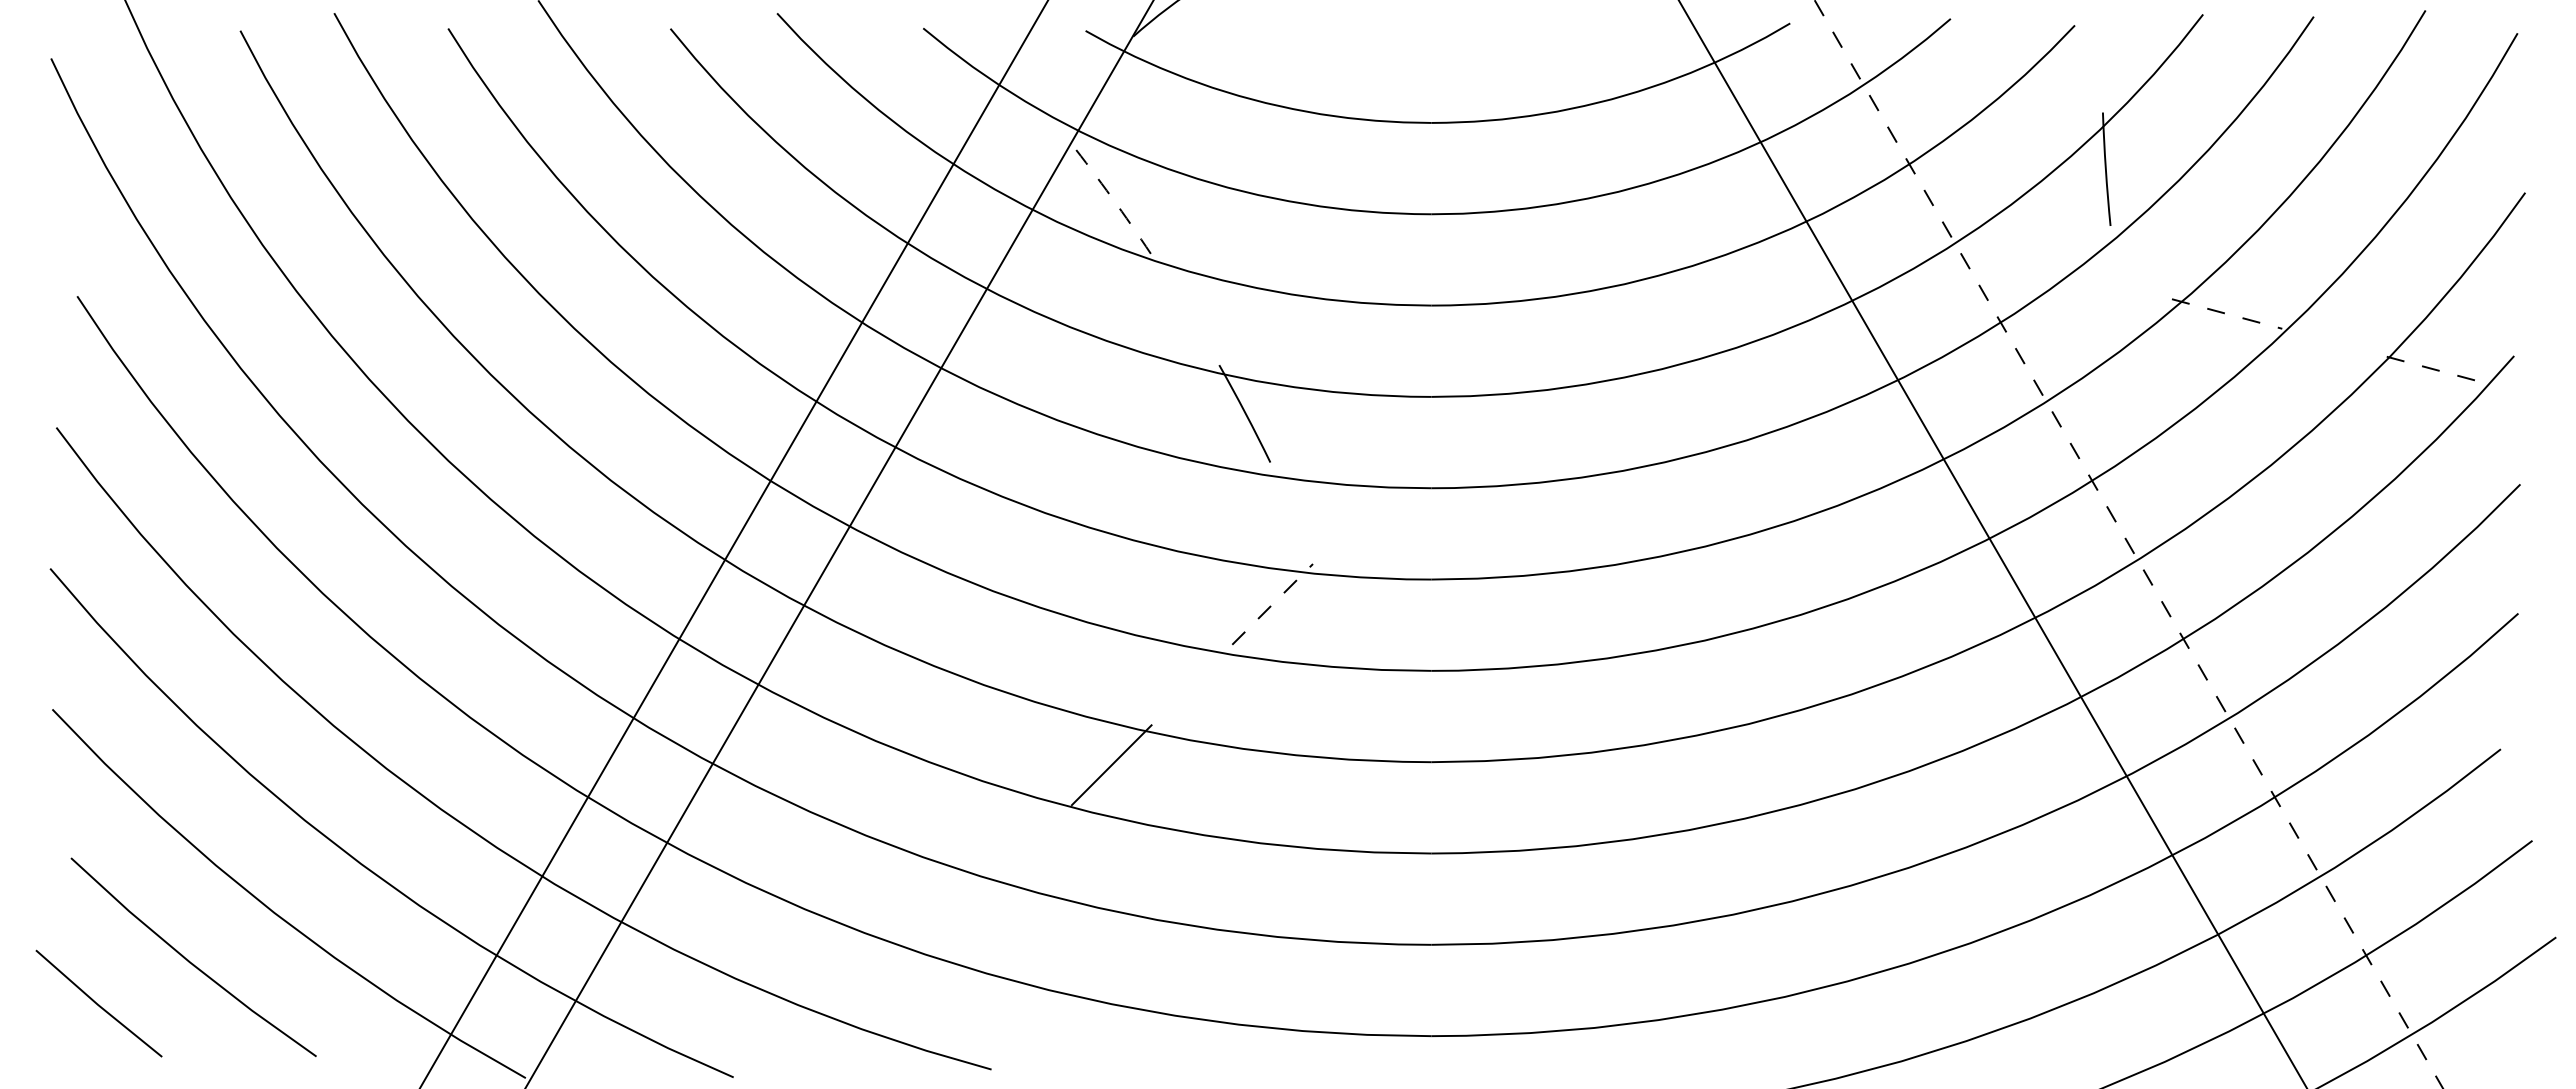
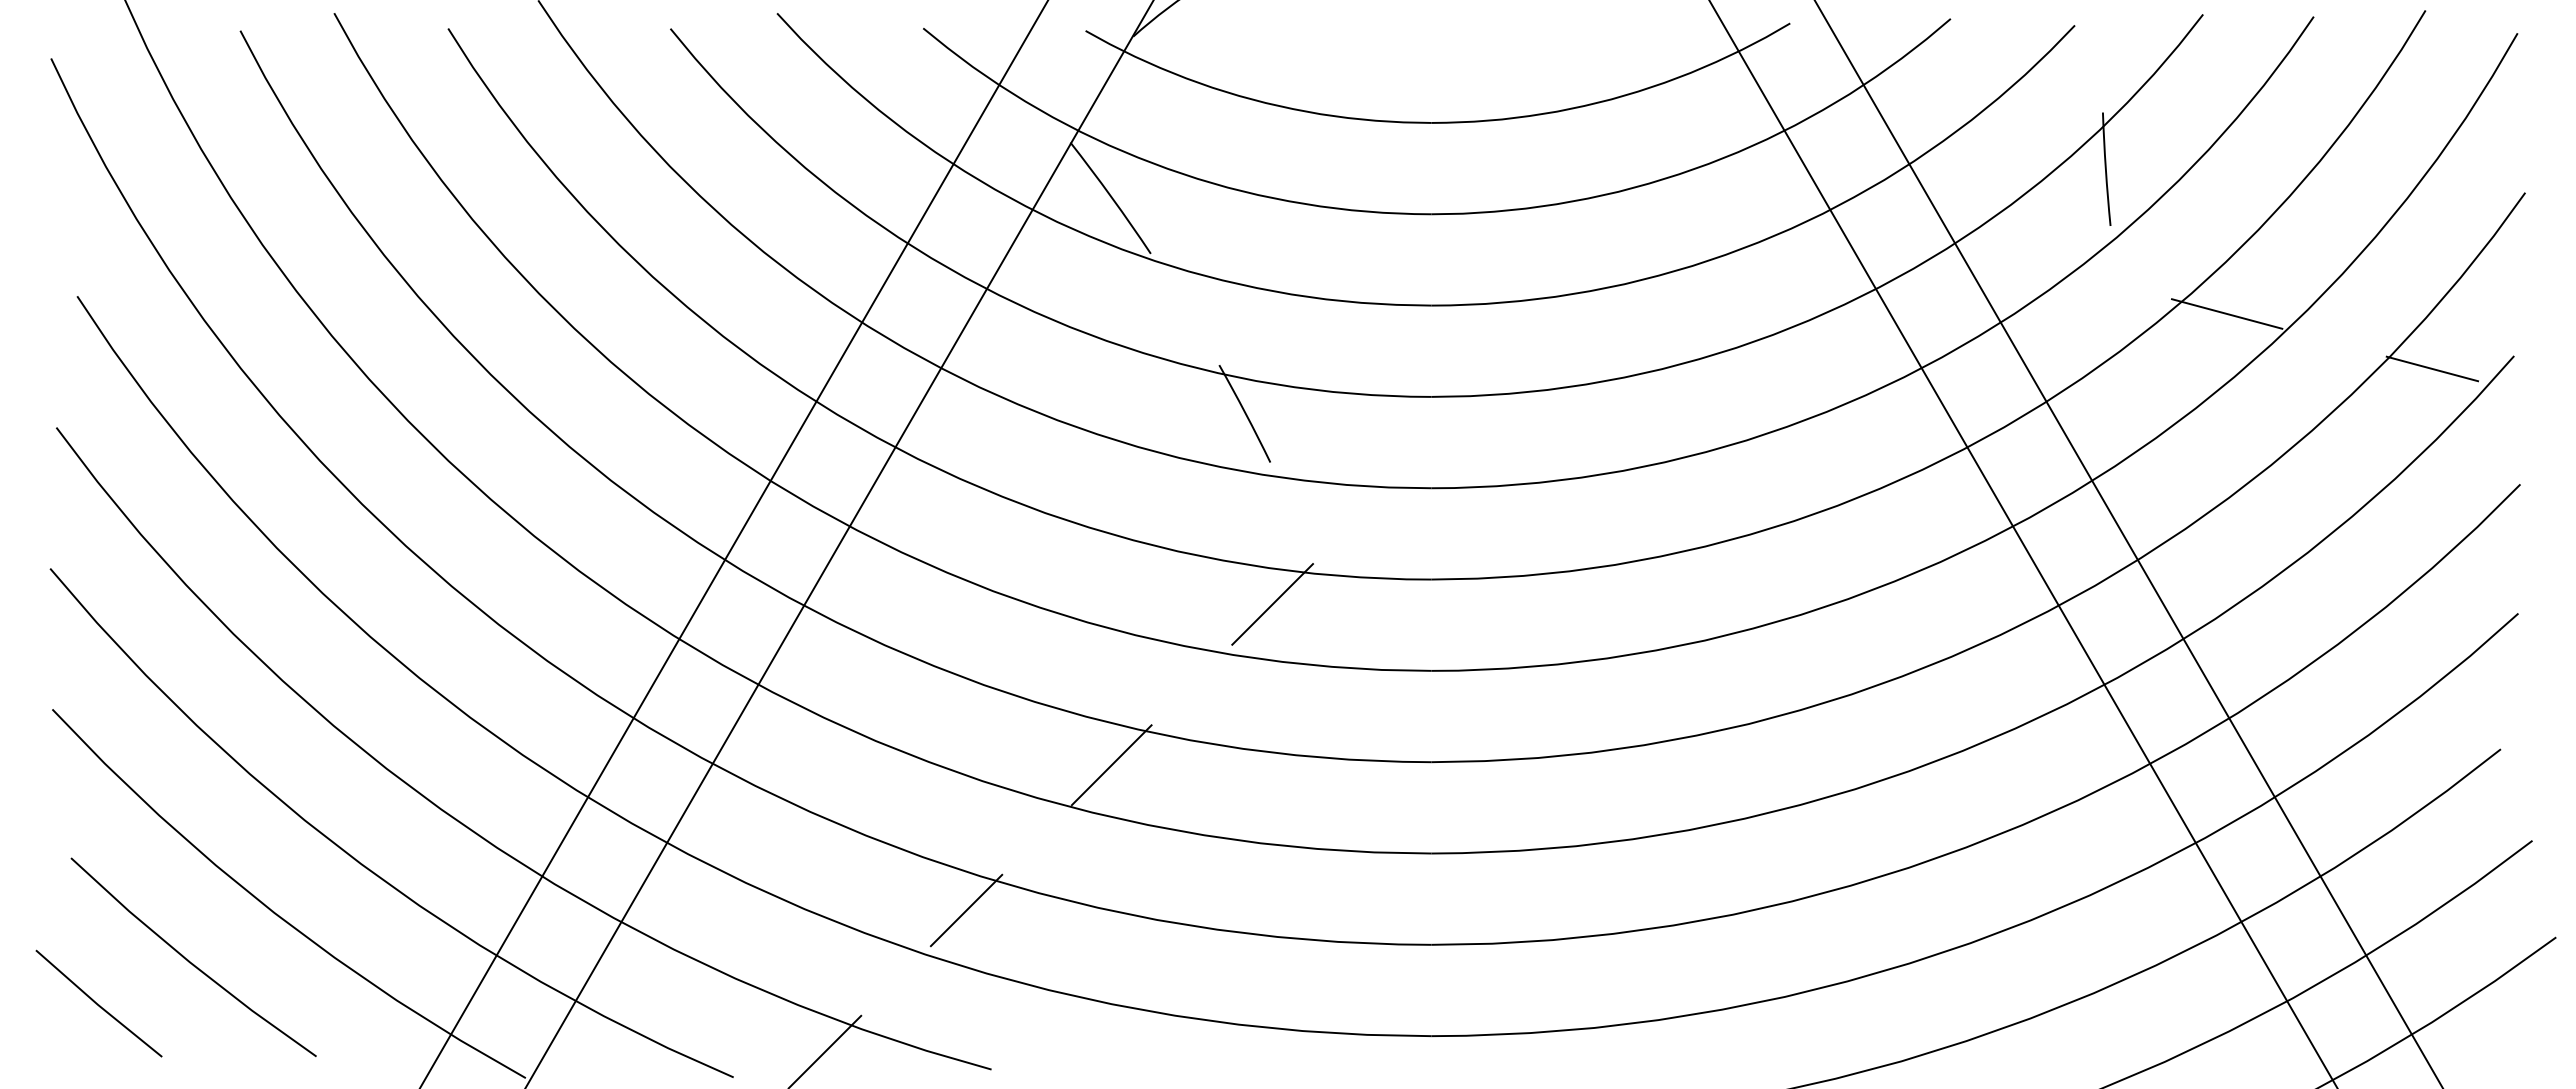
arc at (1111, 197): dashed -> solid
line at (2227, 314): dashed -> solid
line at (2432, 369): dashed -> solid
line at (1992, 543) position: (1992, 543) -> (2022, 543)
line at (2128, 544): dashed -> solid
line at (1273, 604): dashed -> solid
line at (966, 910): none -> present
line at (826, 1050): none -> present
